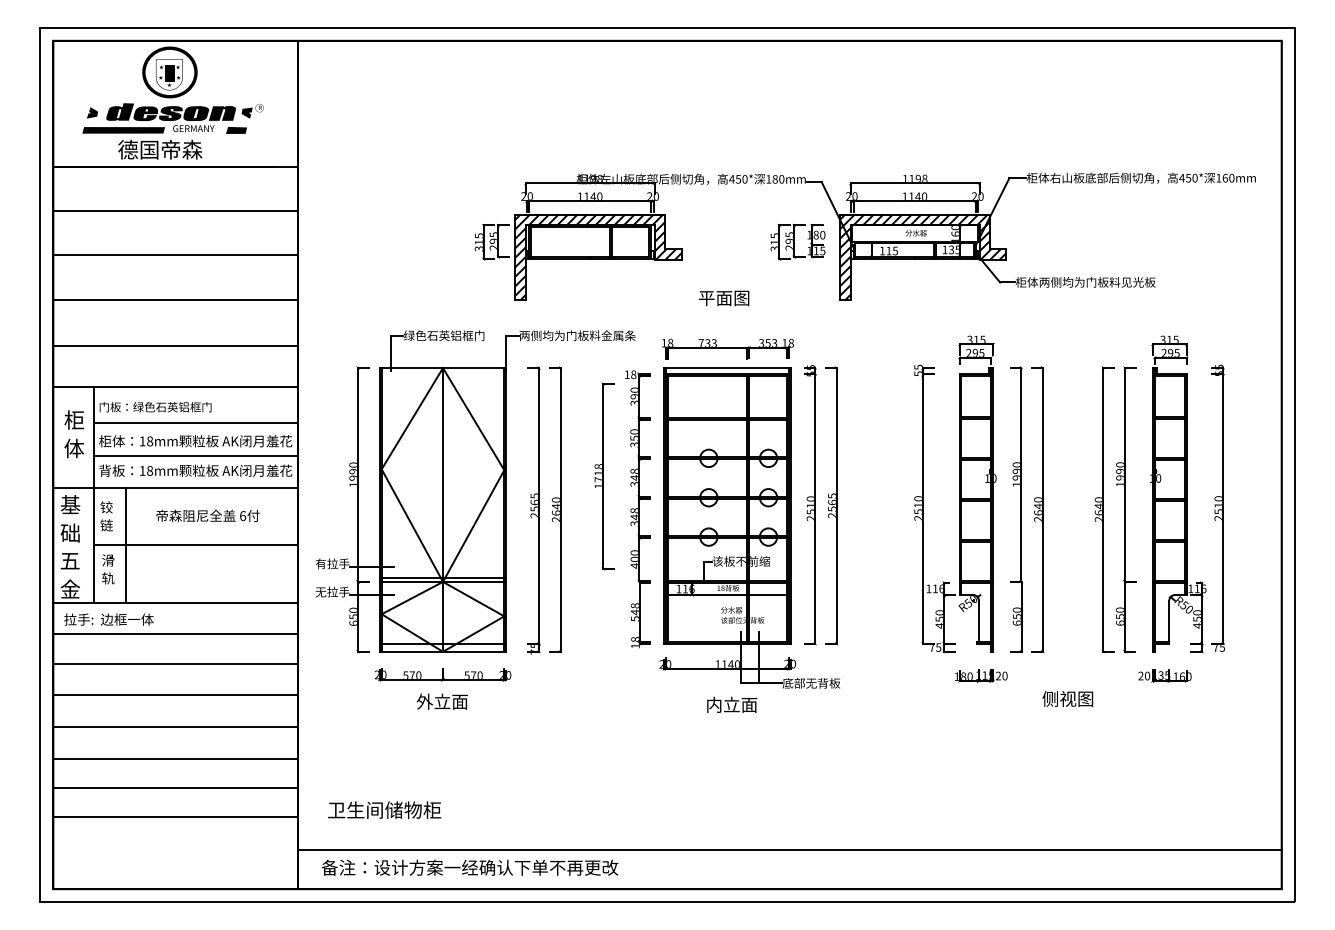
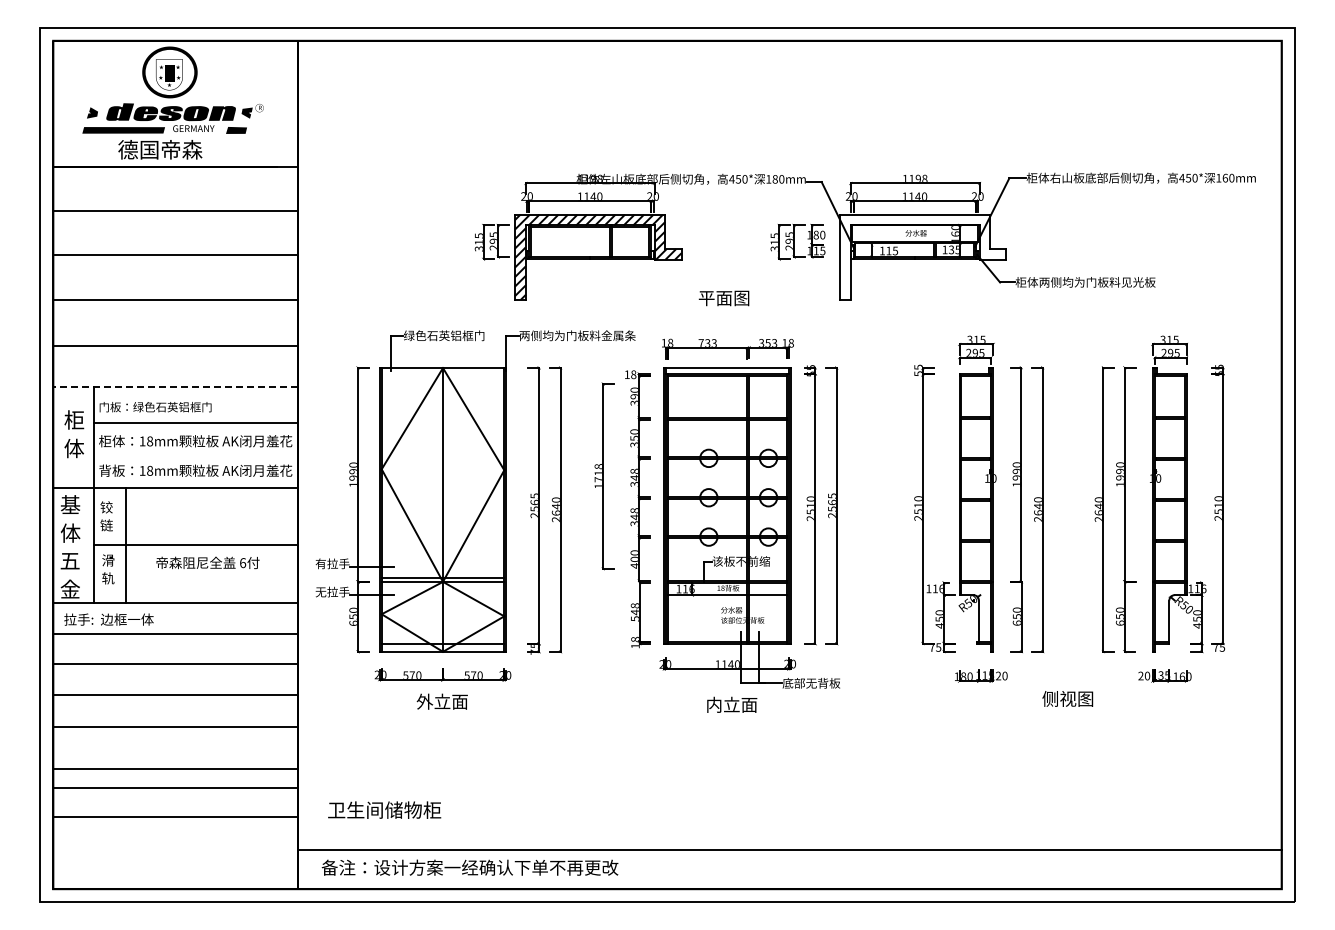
hatch at (922, 256): present -> none
line at (175, 387): solid -> dashed
line at (195, 456): present -> none
text at (207, 515) position: (207, 515) -> (207, 562)
text at (70, 532): 础 -> 体
line at (175, 759) position: (175, 759) -> (175, 769)
